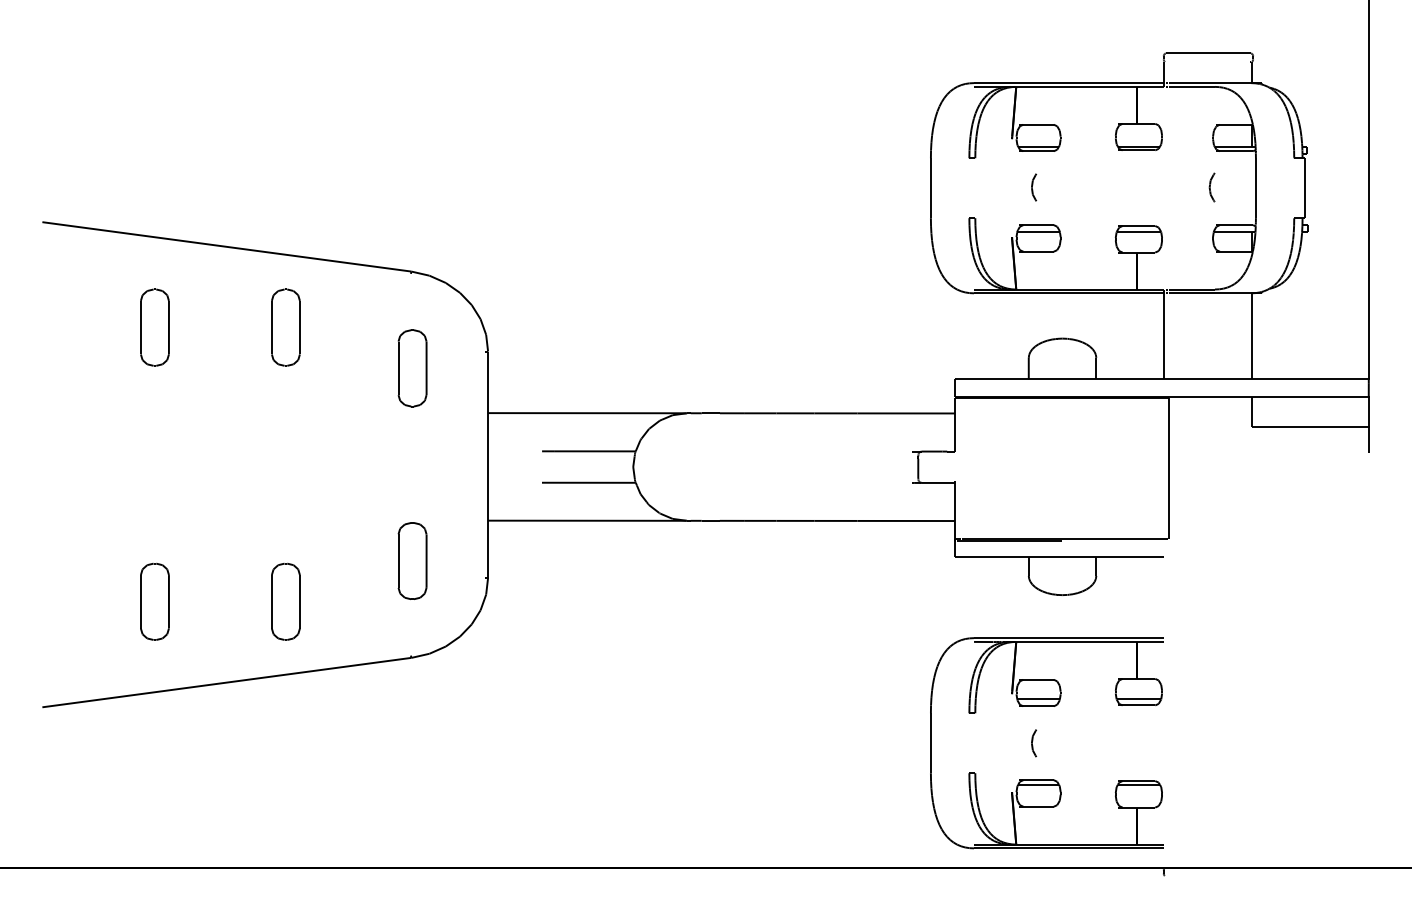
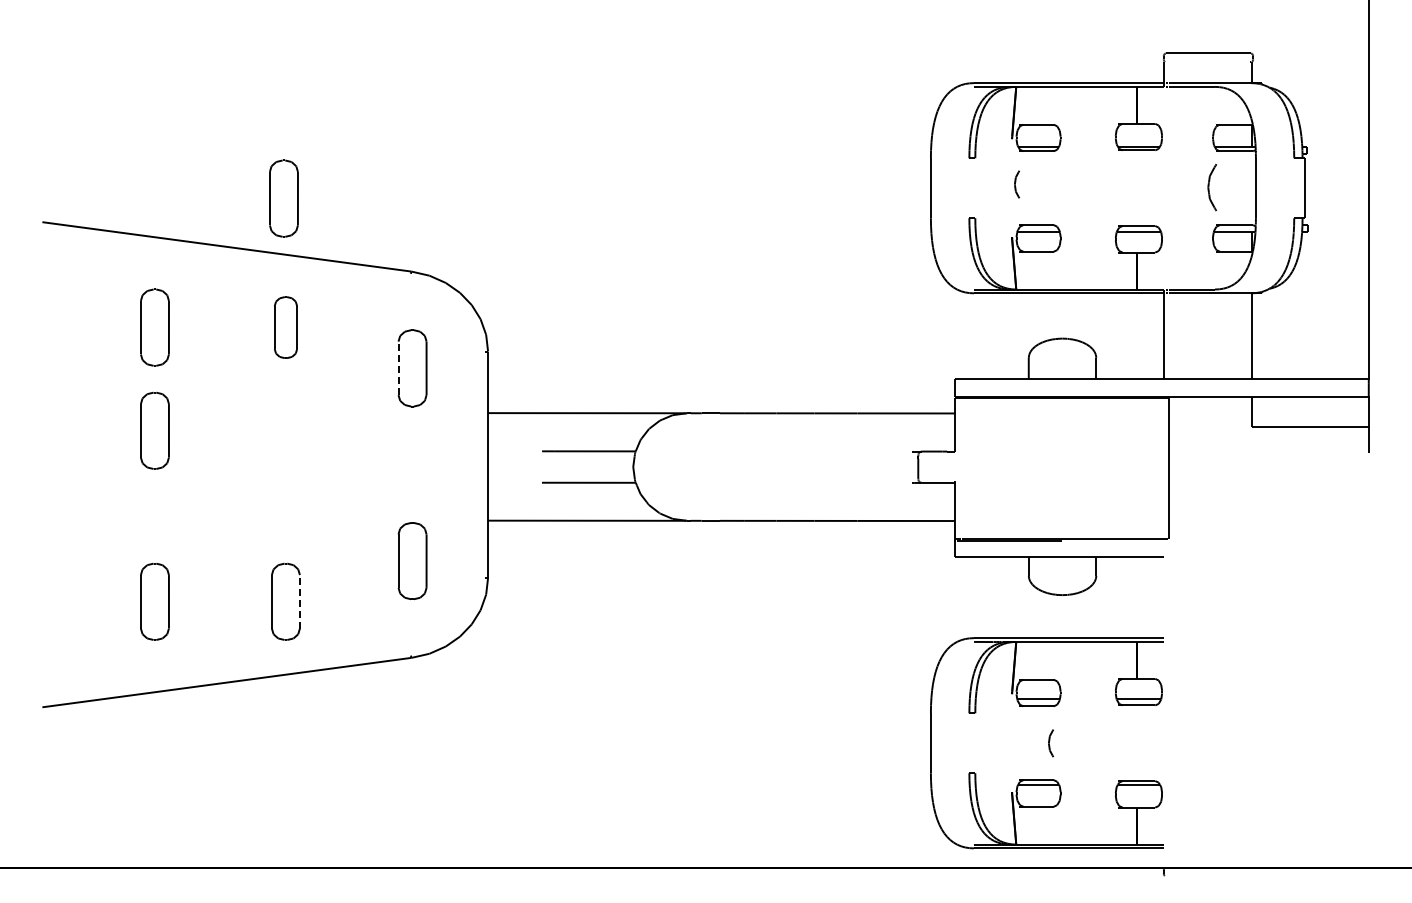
part at (1034, 187) position: (1034, 187) -> (1017, 184)
part at (1211, 187) size: 8x31 px -> 11x48 px
part at (283, 198): none -> present
part at (285, 327) size: 30x79 px -> 24x63 px
line at (398, 368): solid -> dashed
part at (154, 430): none -> present
line at (299, 601): solid -> dashed
part at (1034, 743) position: (1034, 743) -> (1051, 743)
